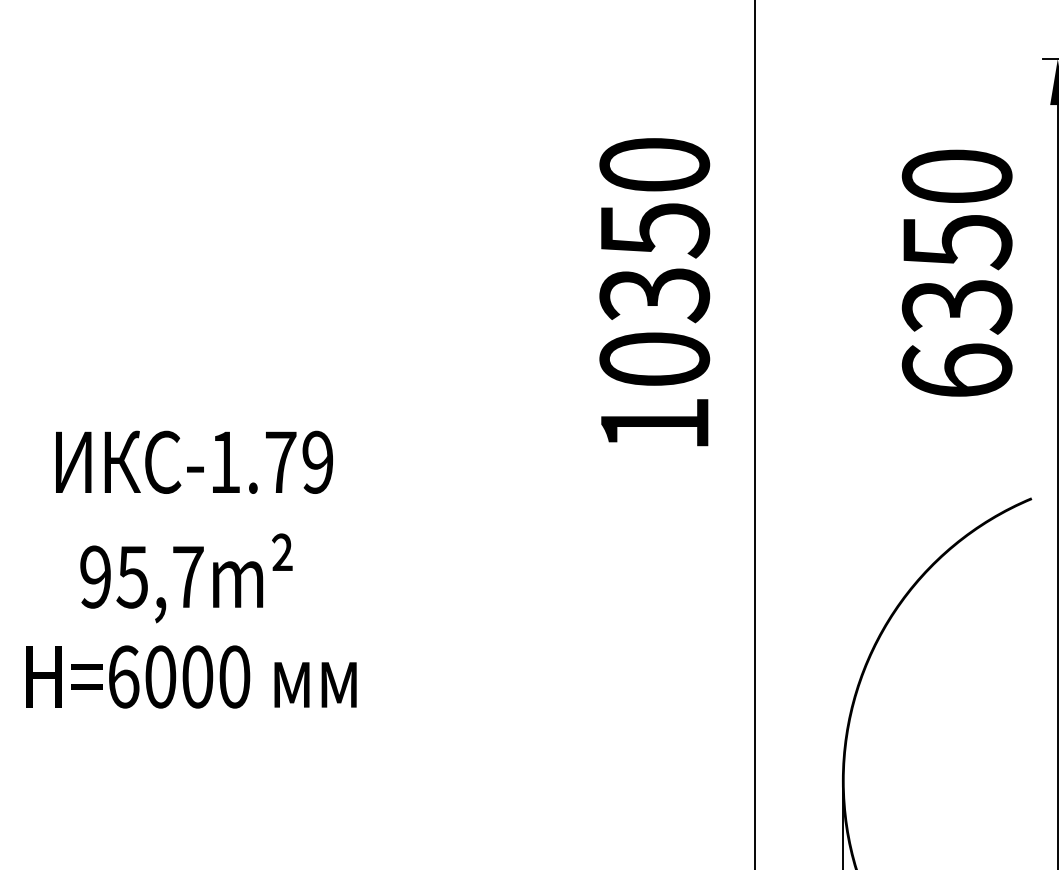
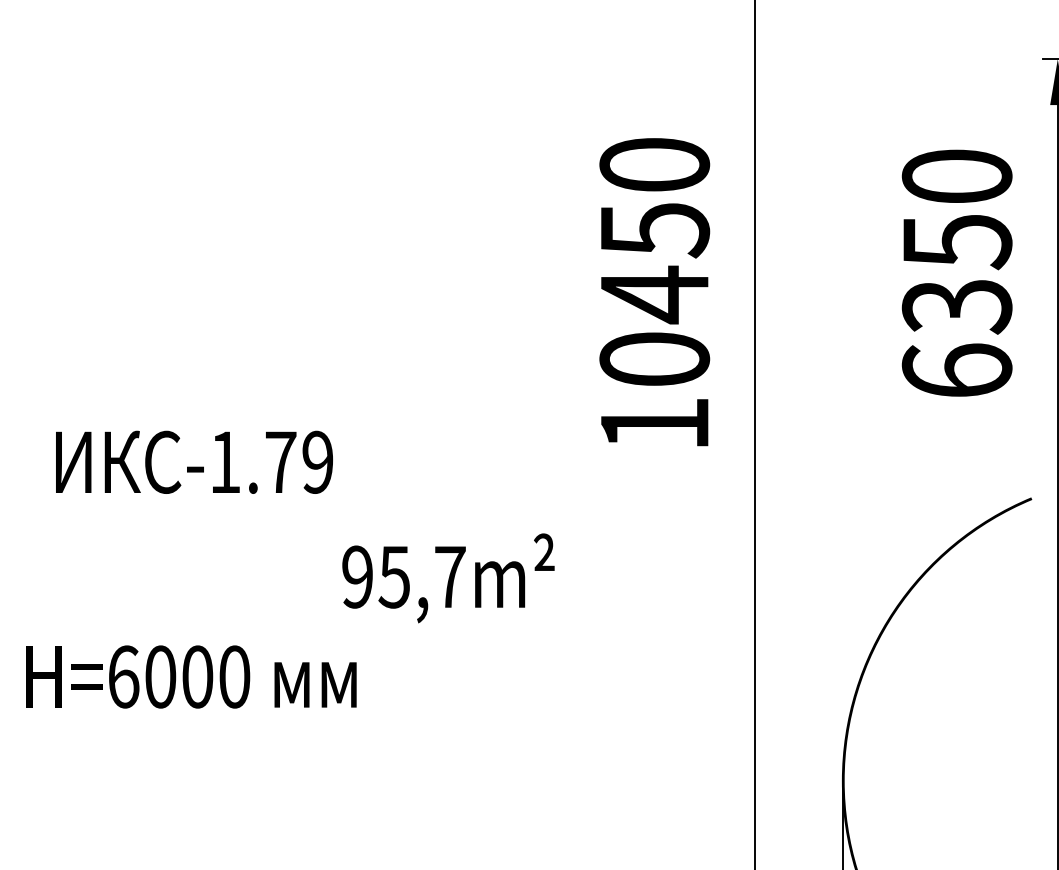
text at (654, 294): 10350 -> 10450
text at (186, 578) position: (186, 578) -> (448, 578)
